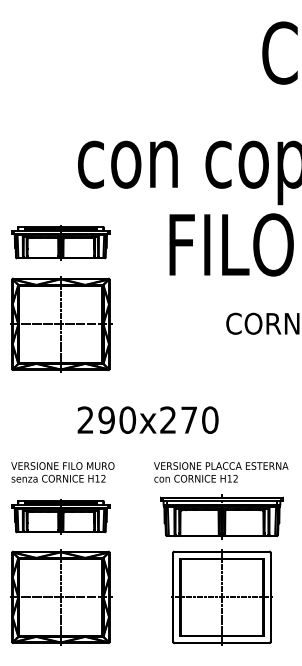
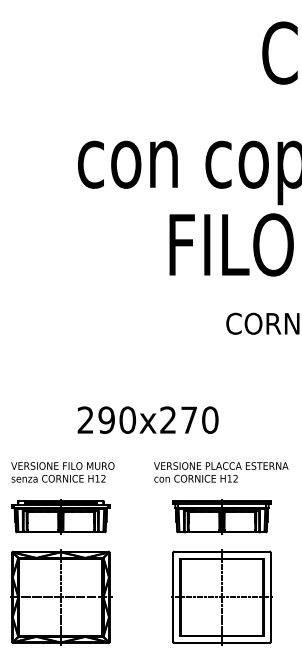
part at (60, 242): present -> none
part at (61, 324): present -> none
part at (221, 516) size: 124x46 px -> 100x36 px
